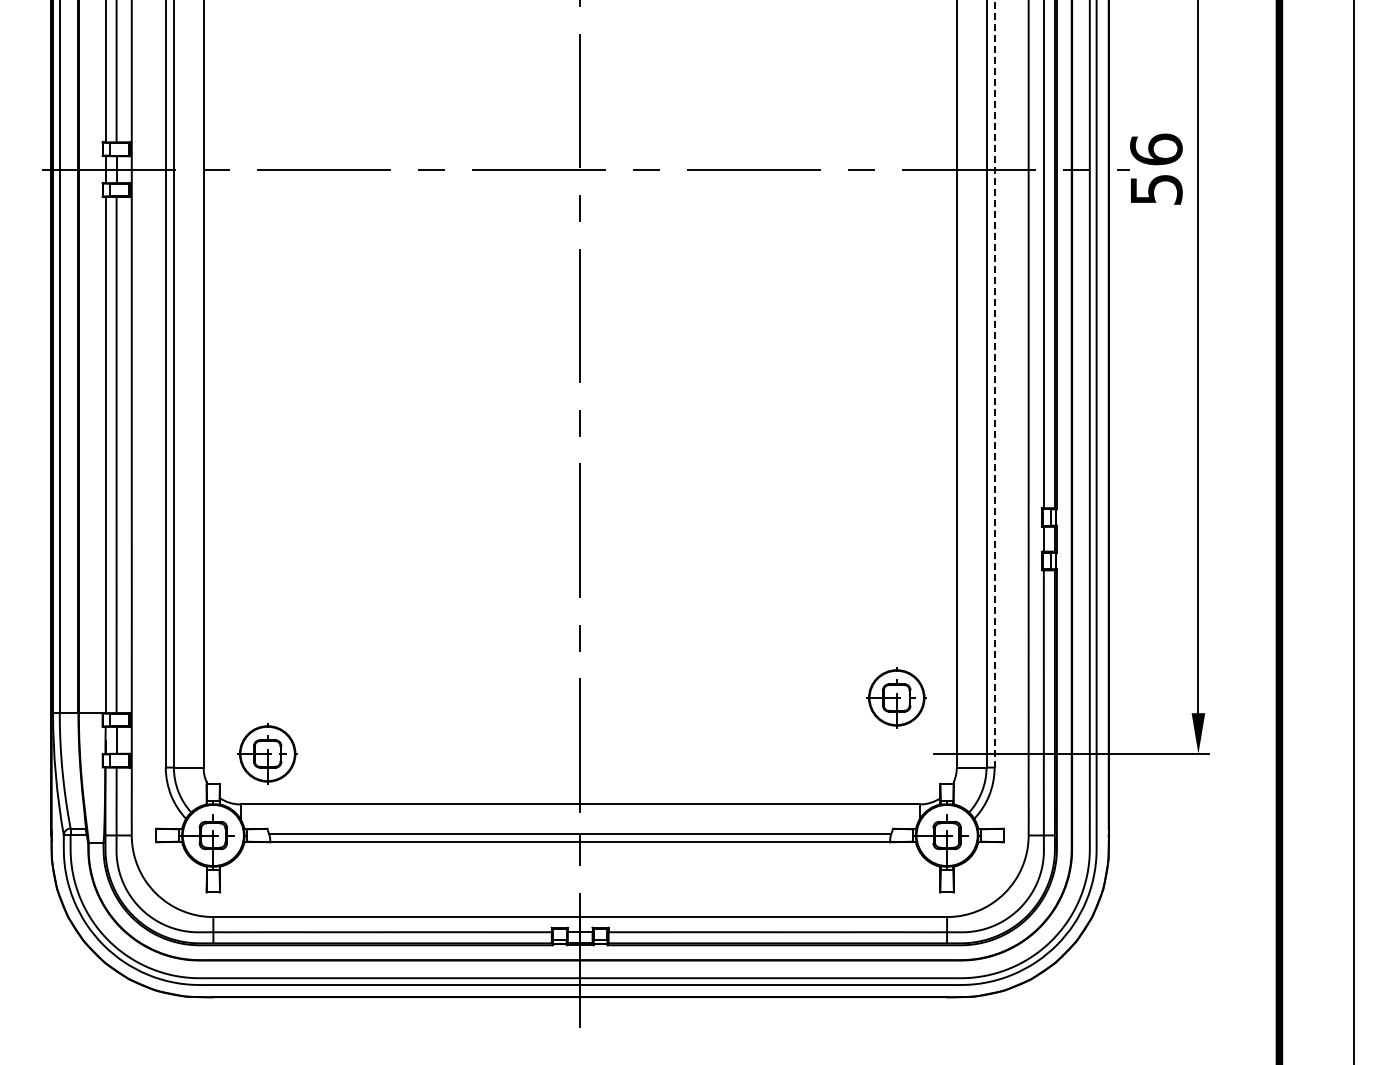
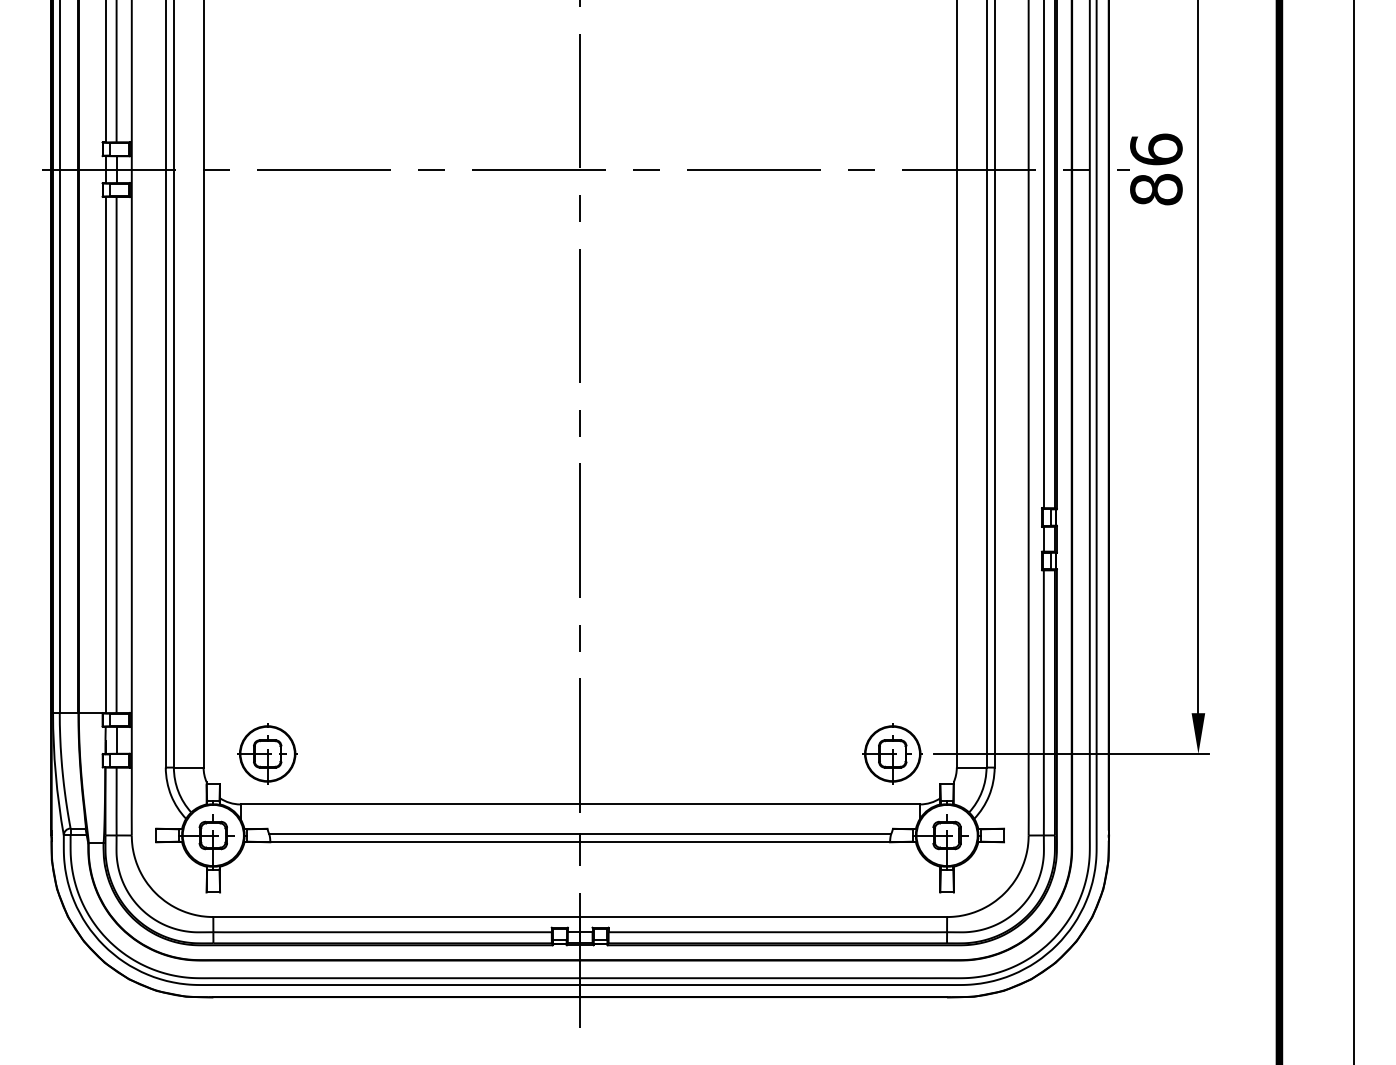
text at (1156, 189): 56 -> 86
line at (994, 383): dashed -> solid
part at (896, 697) position: (896, 697) -> (892, 753)
